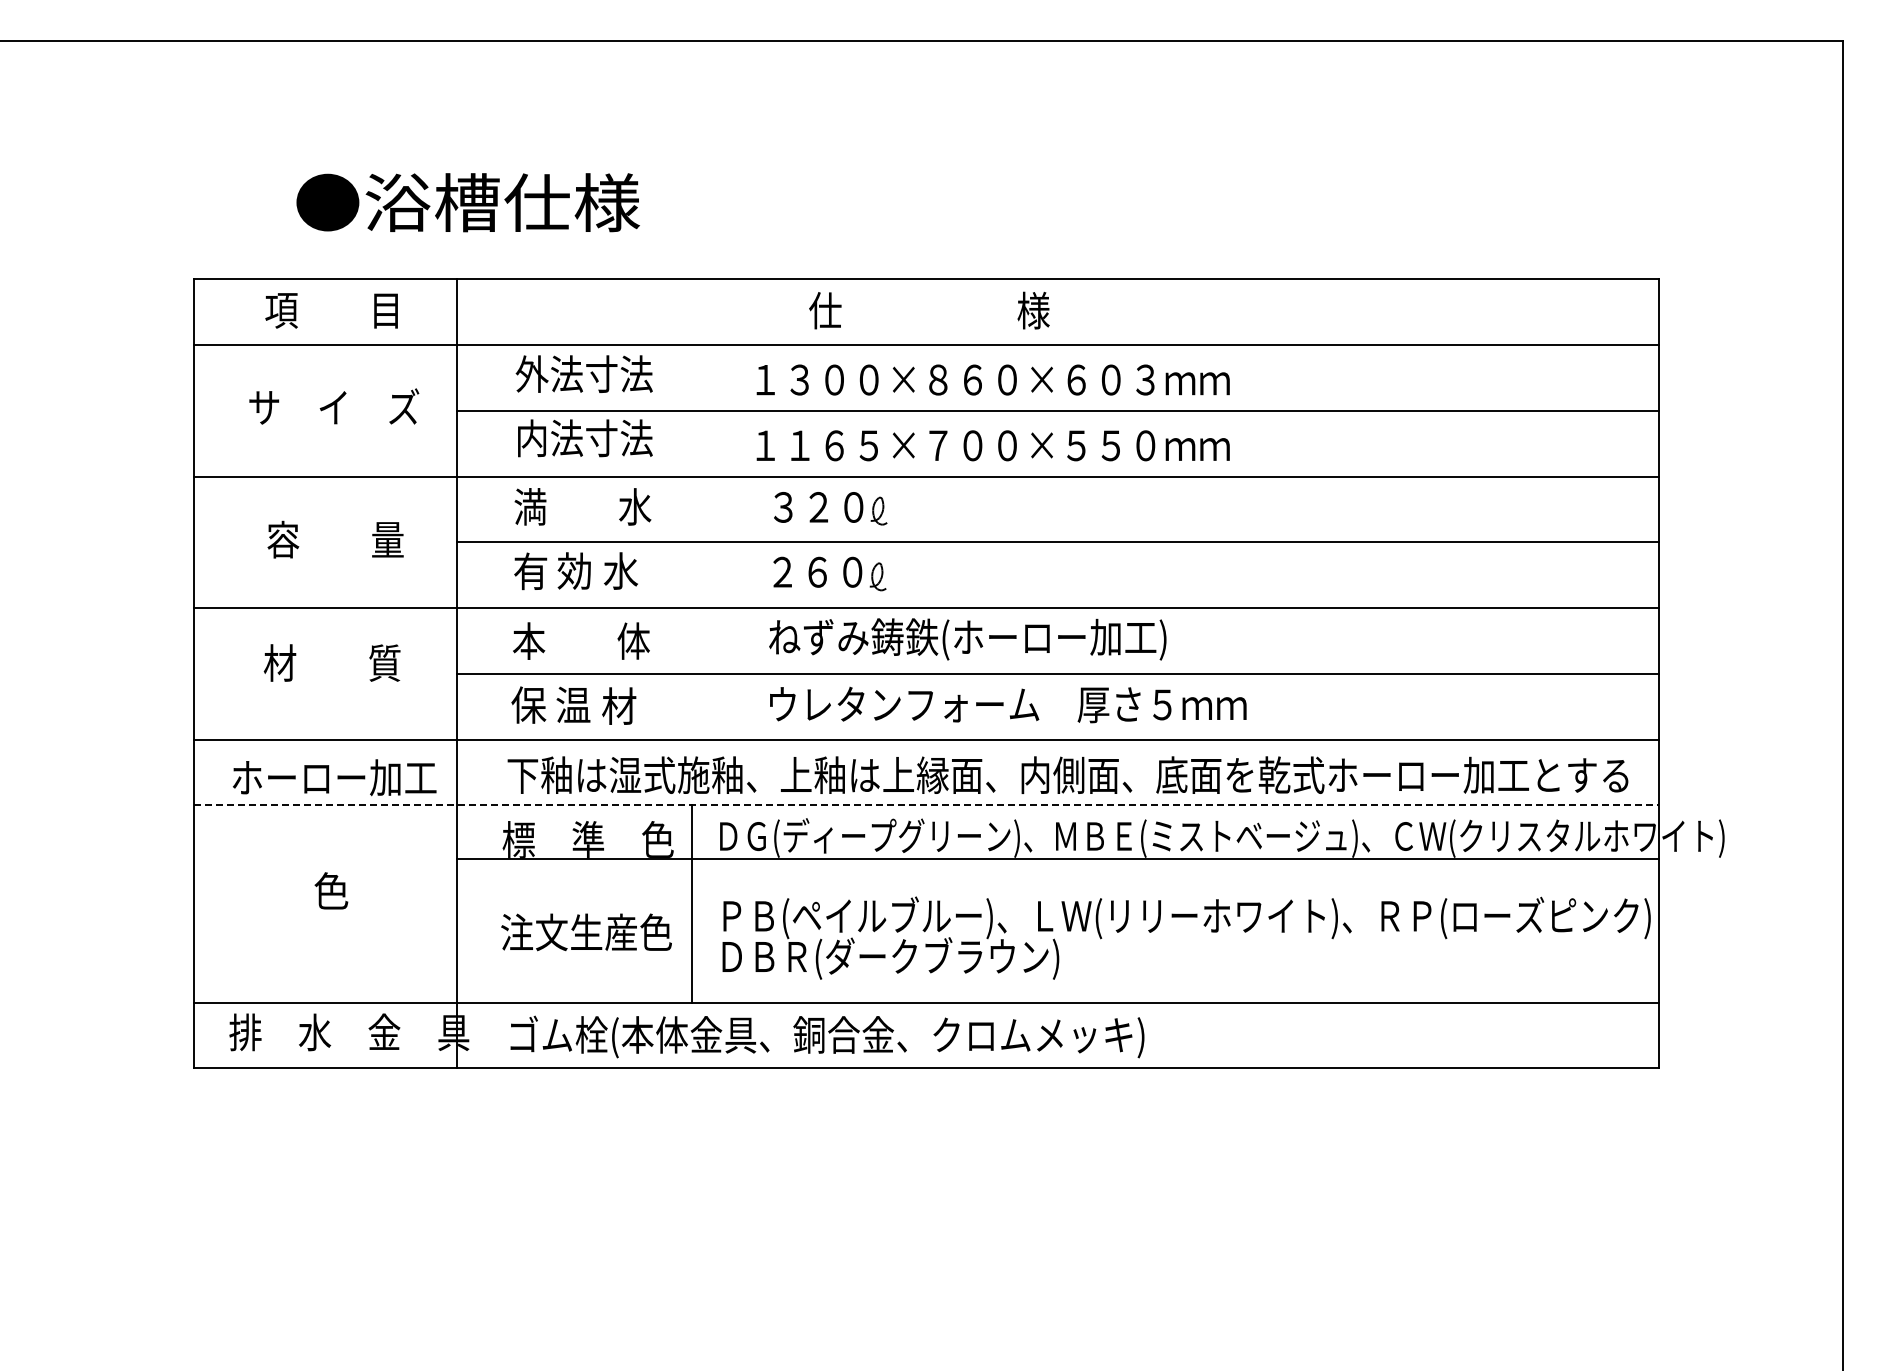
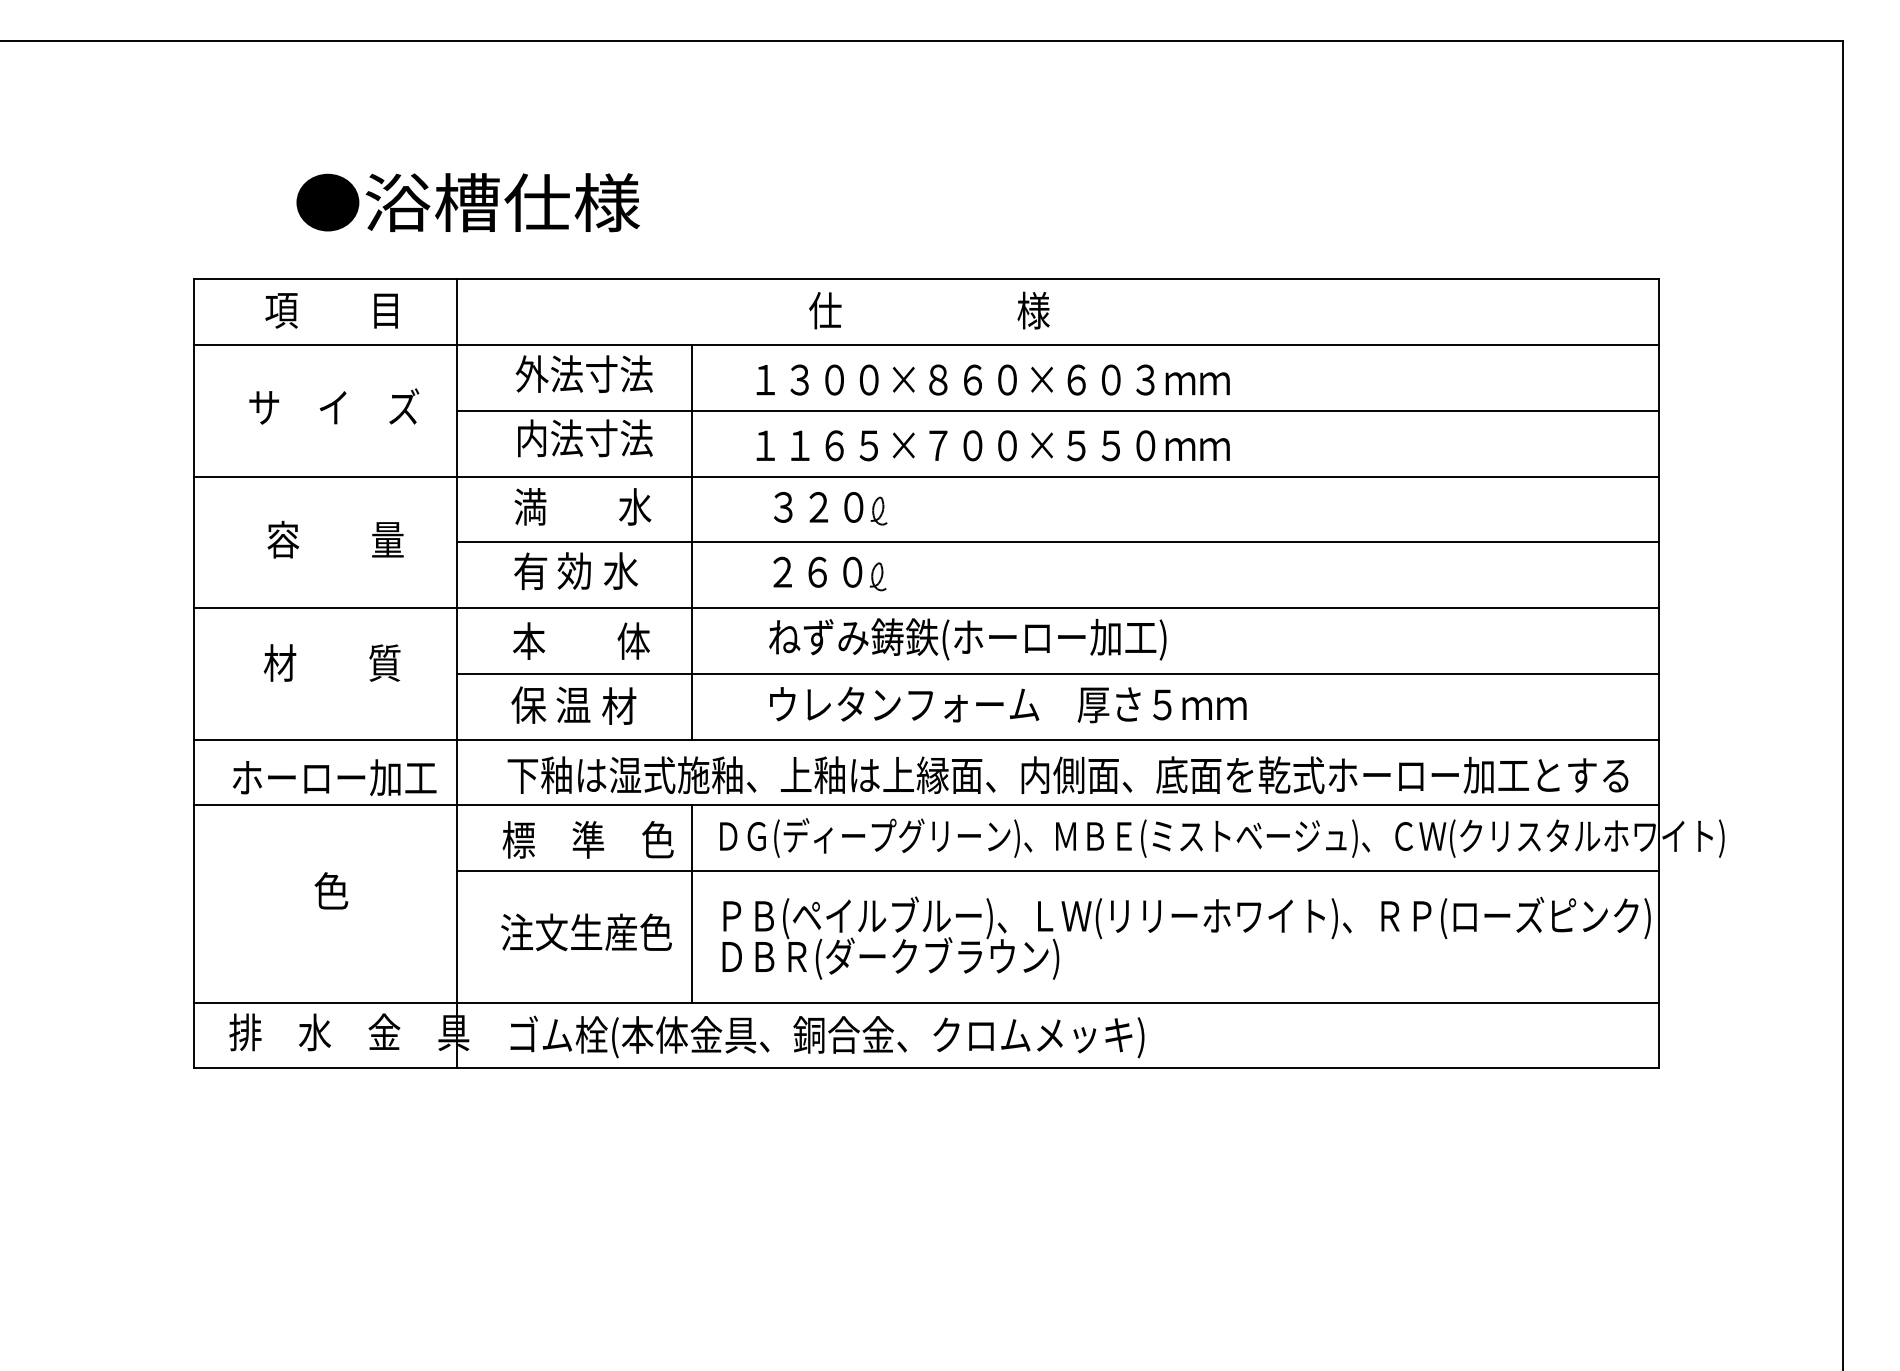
line at (692, 542): none -> present
line at (926, 805): dashed -> solid
line at (1058, 859) position: (1058, 859) -> (1058, 871)
